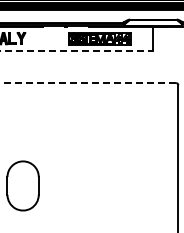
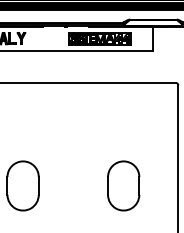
line at (77, 51): dashed -> solid
line at (88, 83): dashed -> solid
part at (123, 185): none -> present
